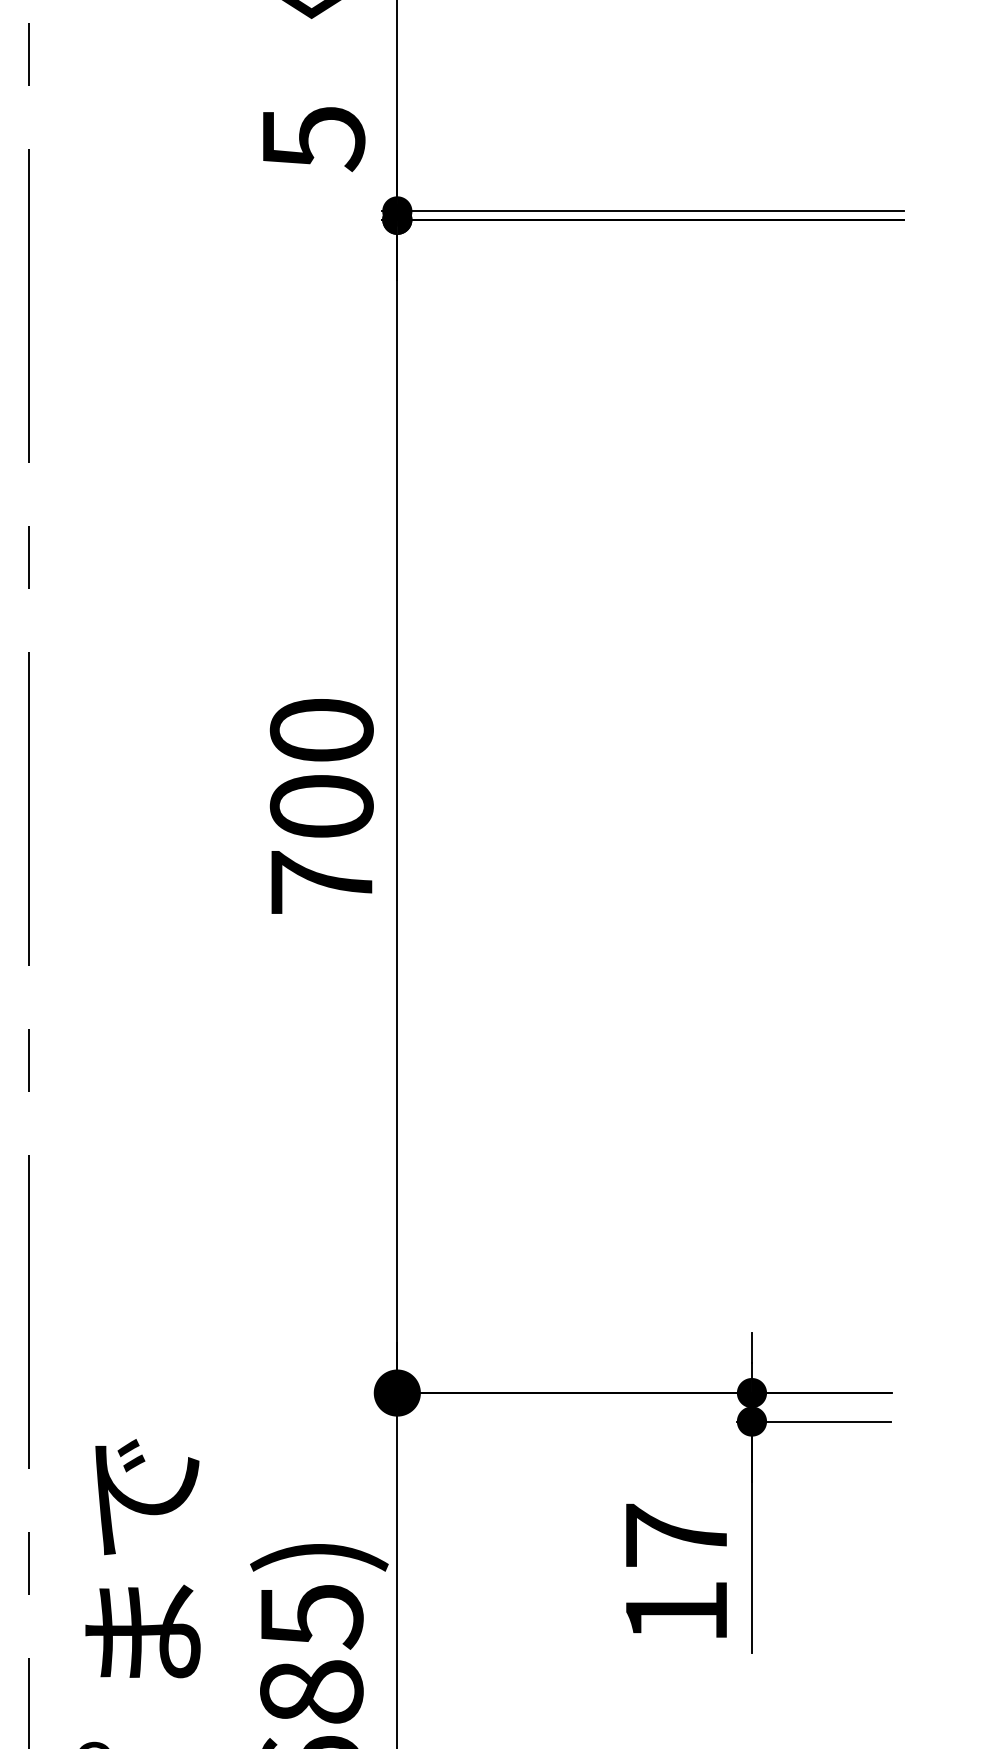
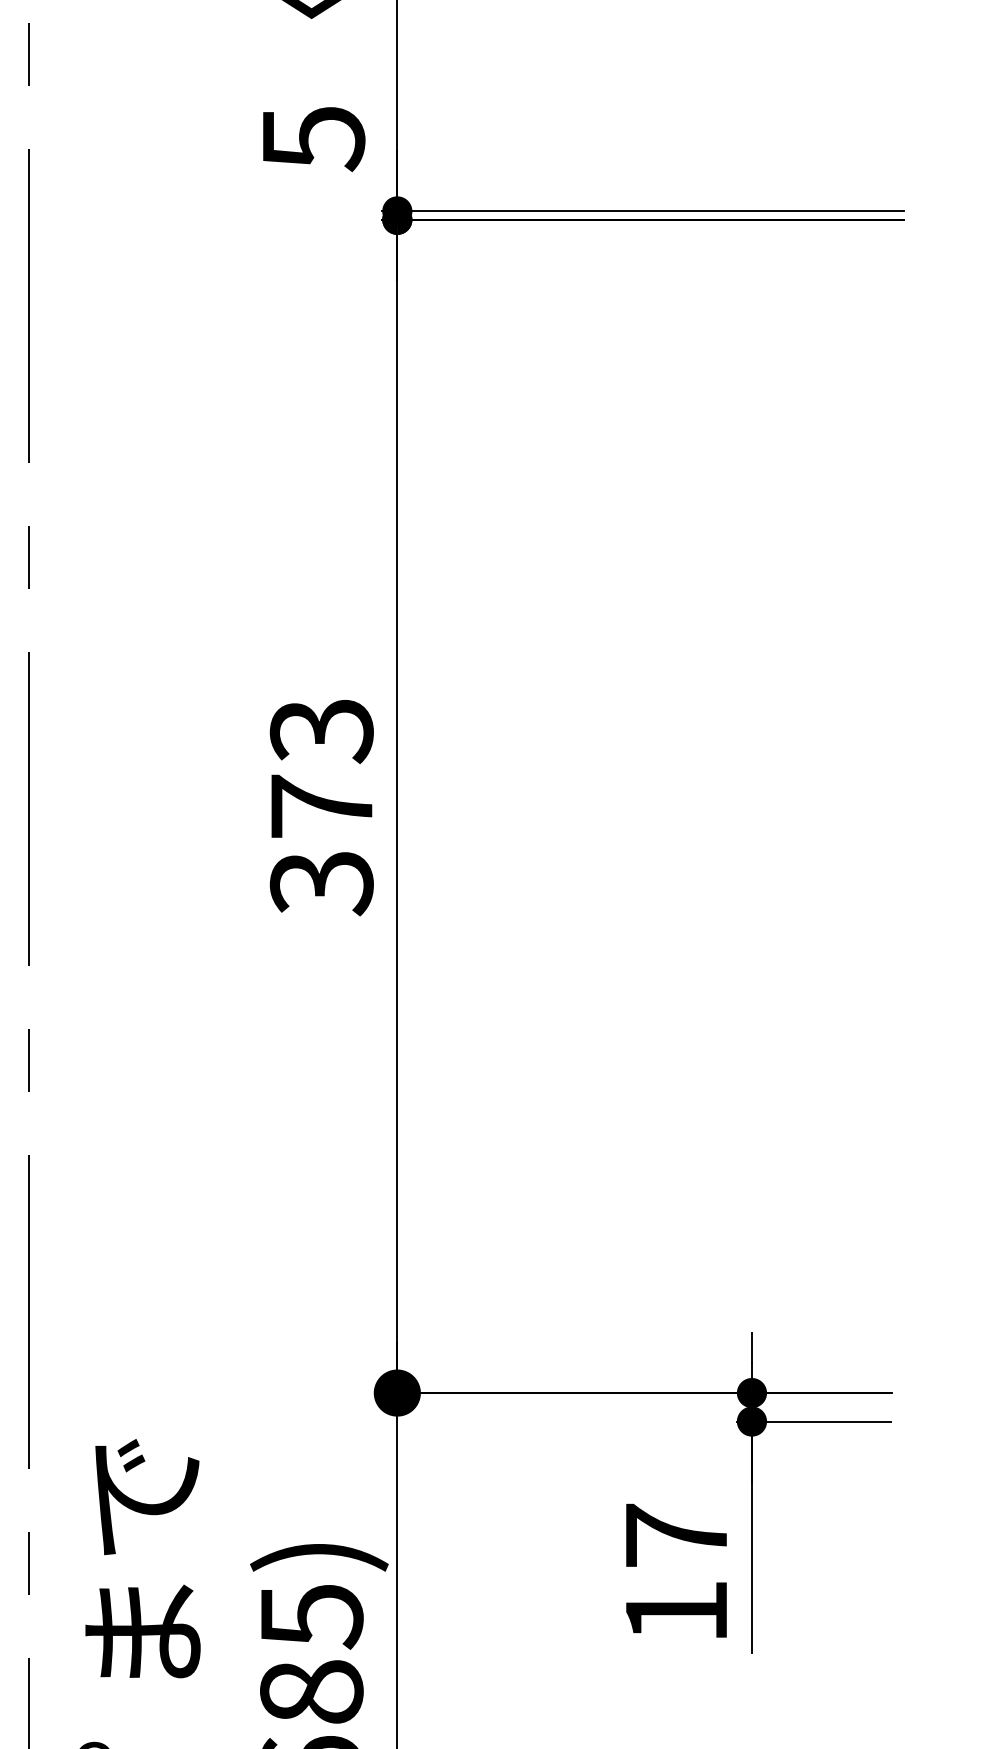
text at (321, 807): 700 -> 373
